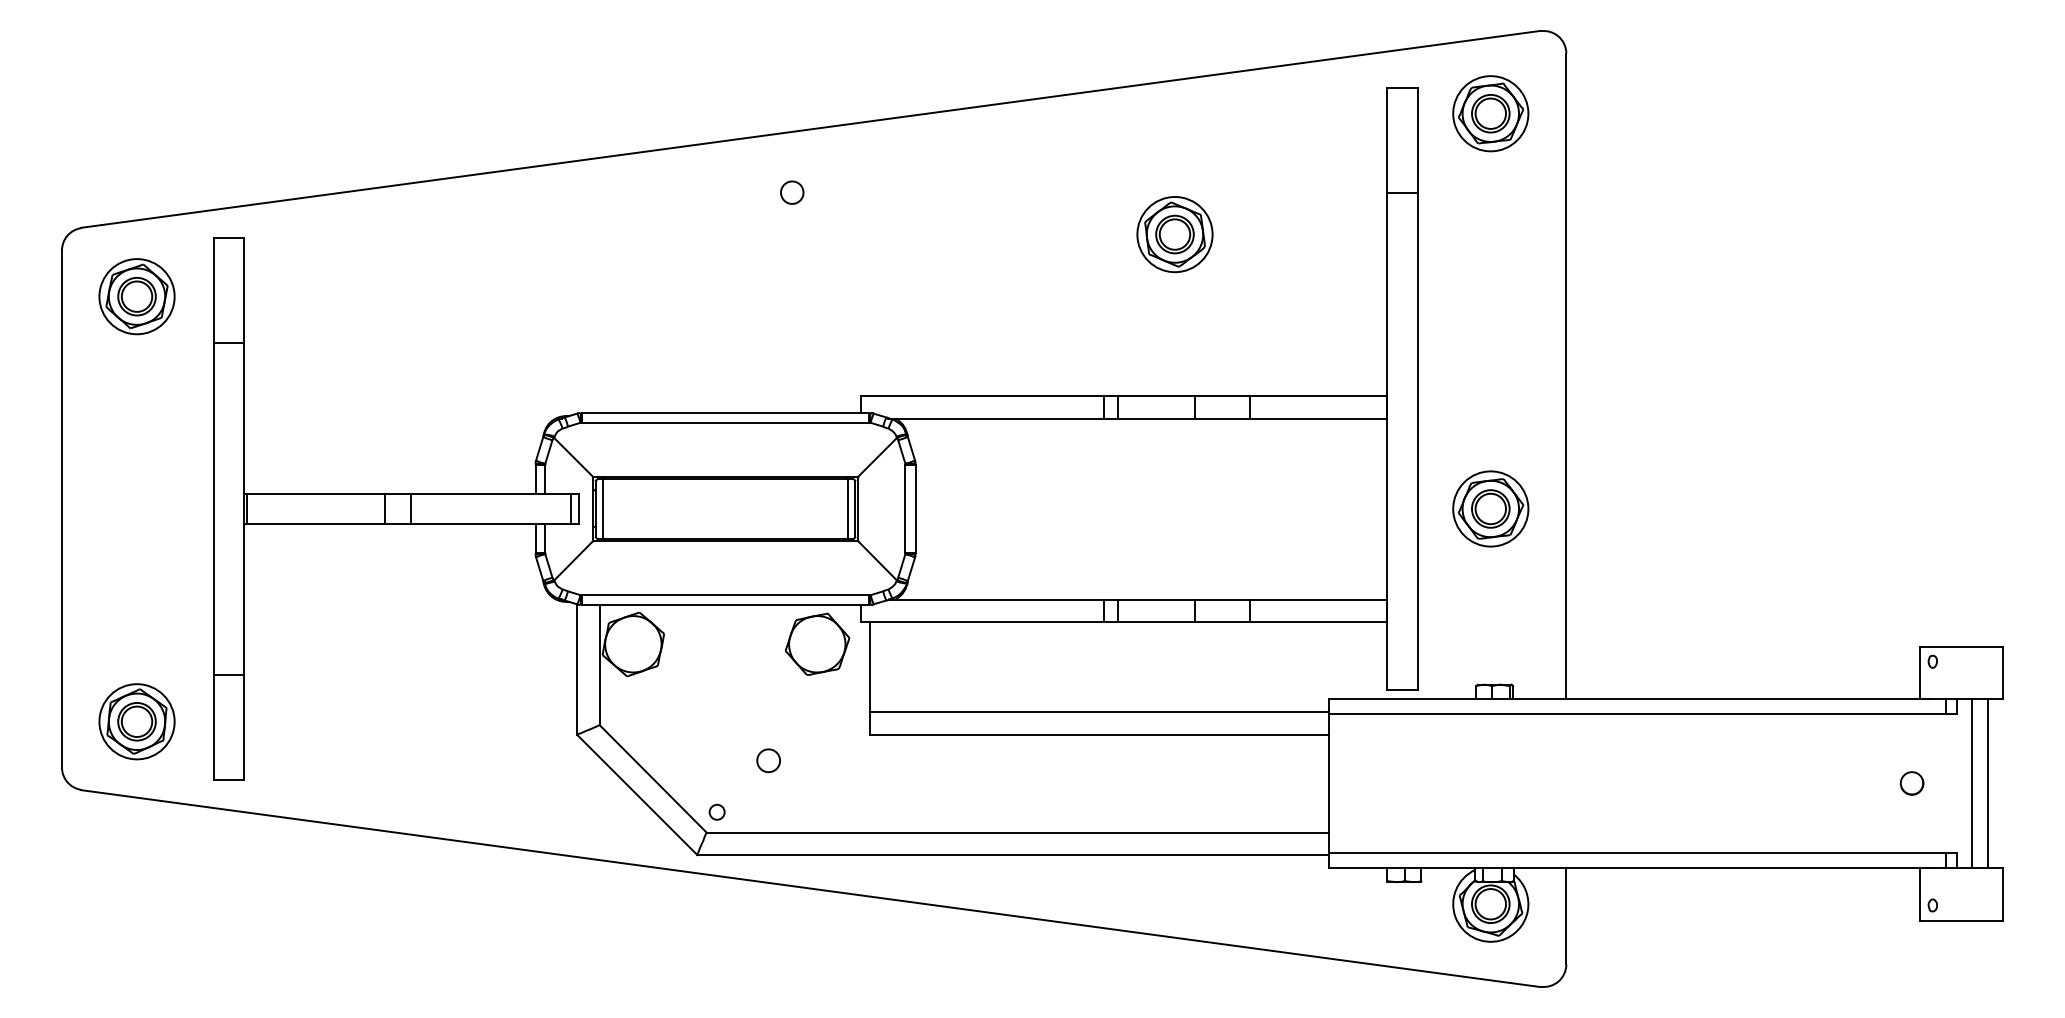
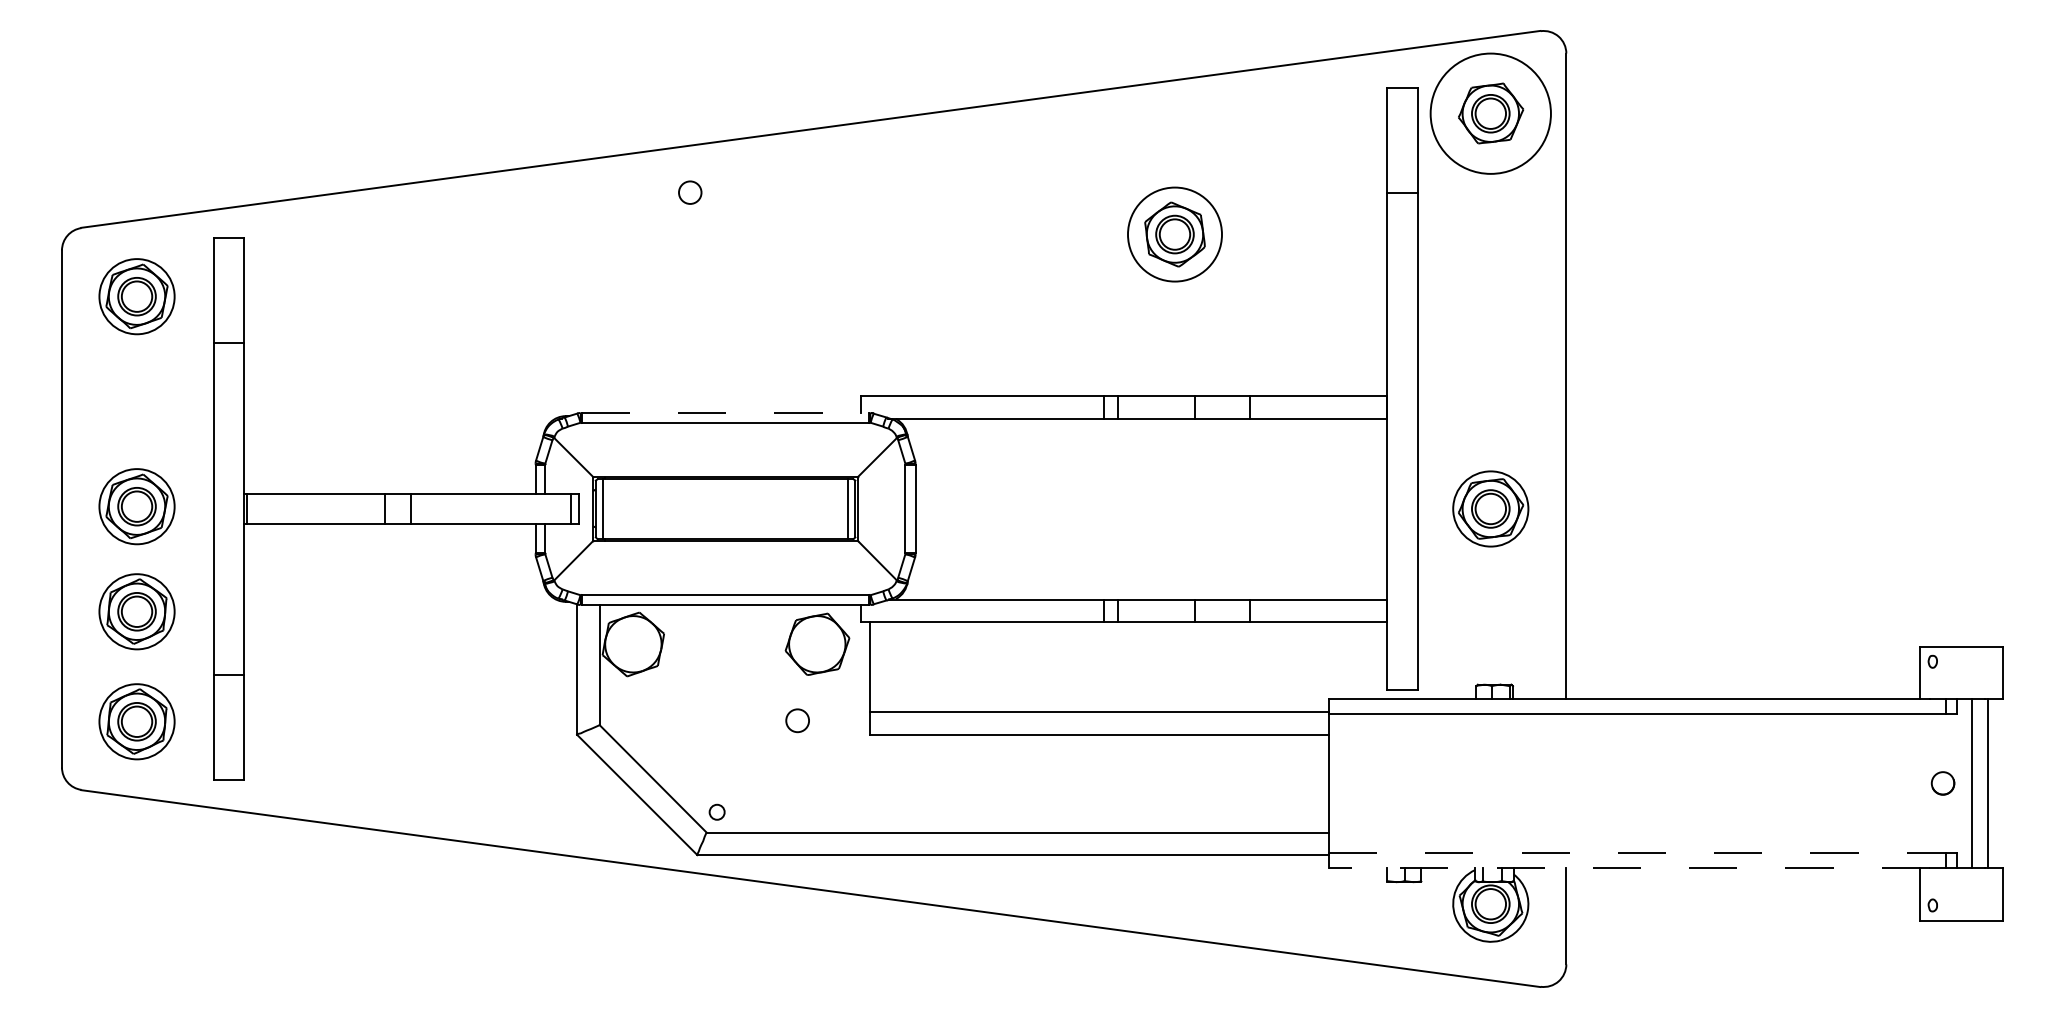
circle at (1490, 113) diameter: 75 px -> 120 px
circle at (792, 192) position: (792, 192) -> (690, 192)
circle at (1174, 234) diameter: 75 px -> 94 px
line at (725, 413): solid -> dashed
part at (136, 506): none -> present
part at (136, 611): none -> present
circle at (768, 760) position: (768, 760) -> (797, 720)
part at (1911, 783) position: (1911, 783) -> (1942, 783)
line at (1637, 853): solid -> dashed
line at (1628, 868): solid -> dashed
